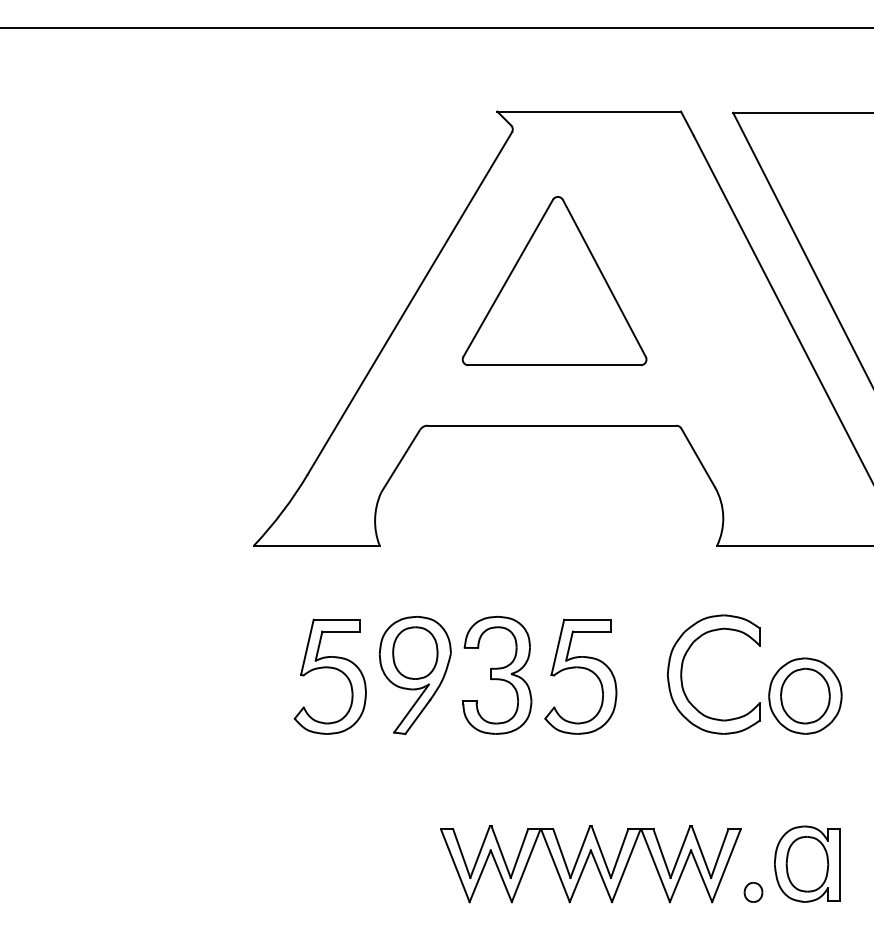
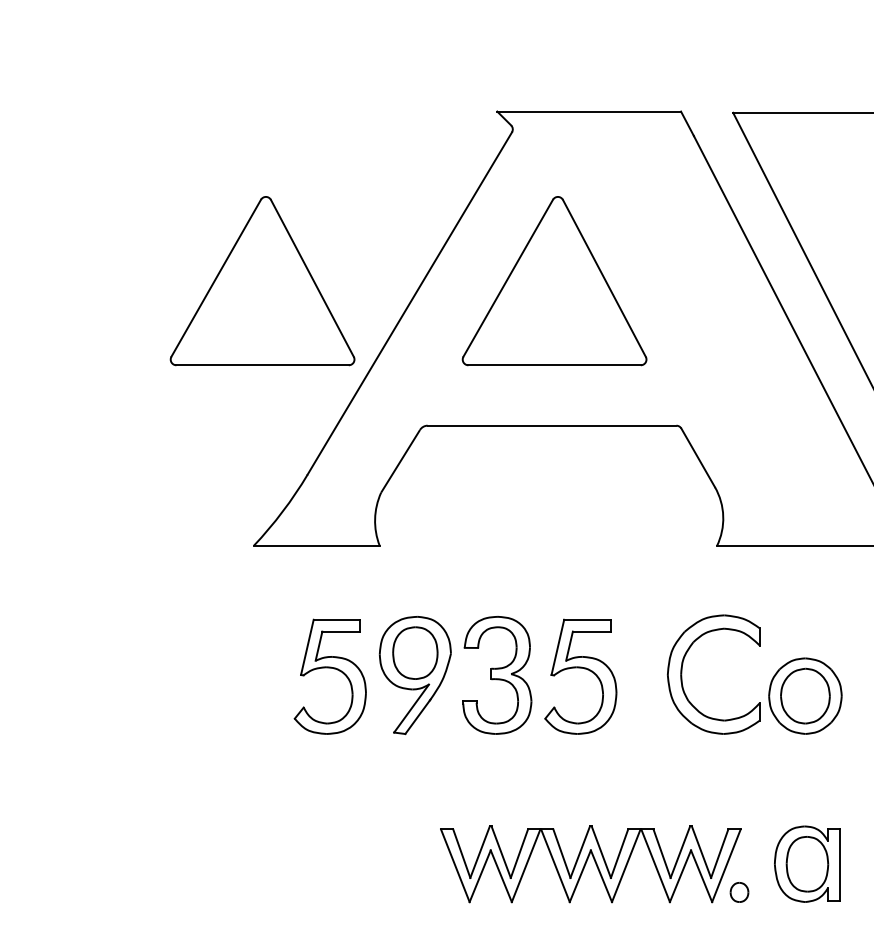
line at (436, 27): present -> none
part at (262, 281): none -> present
part at (753, 892) position: (753, 892) -> (739, 892)
